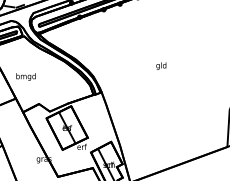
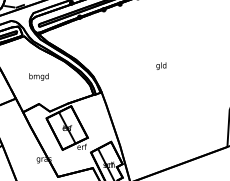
text at (25, 76) position: (25, 76) -> (38, 76)
